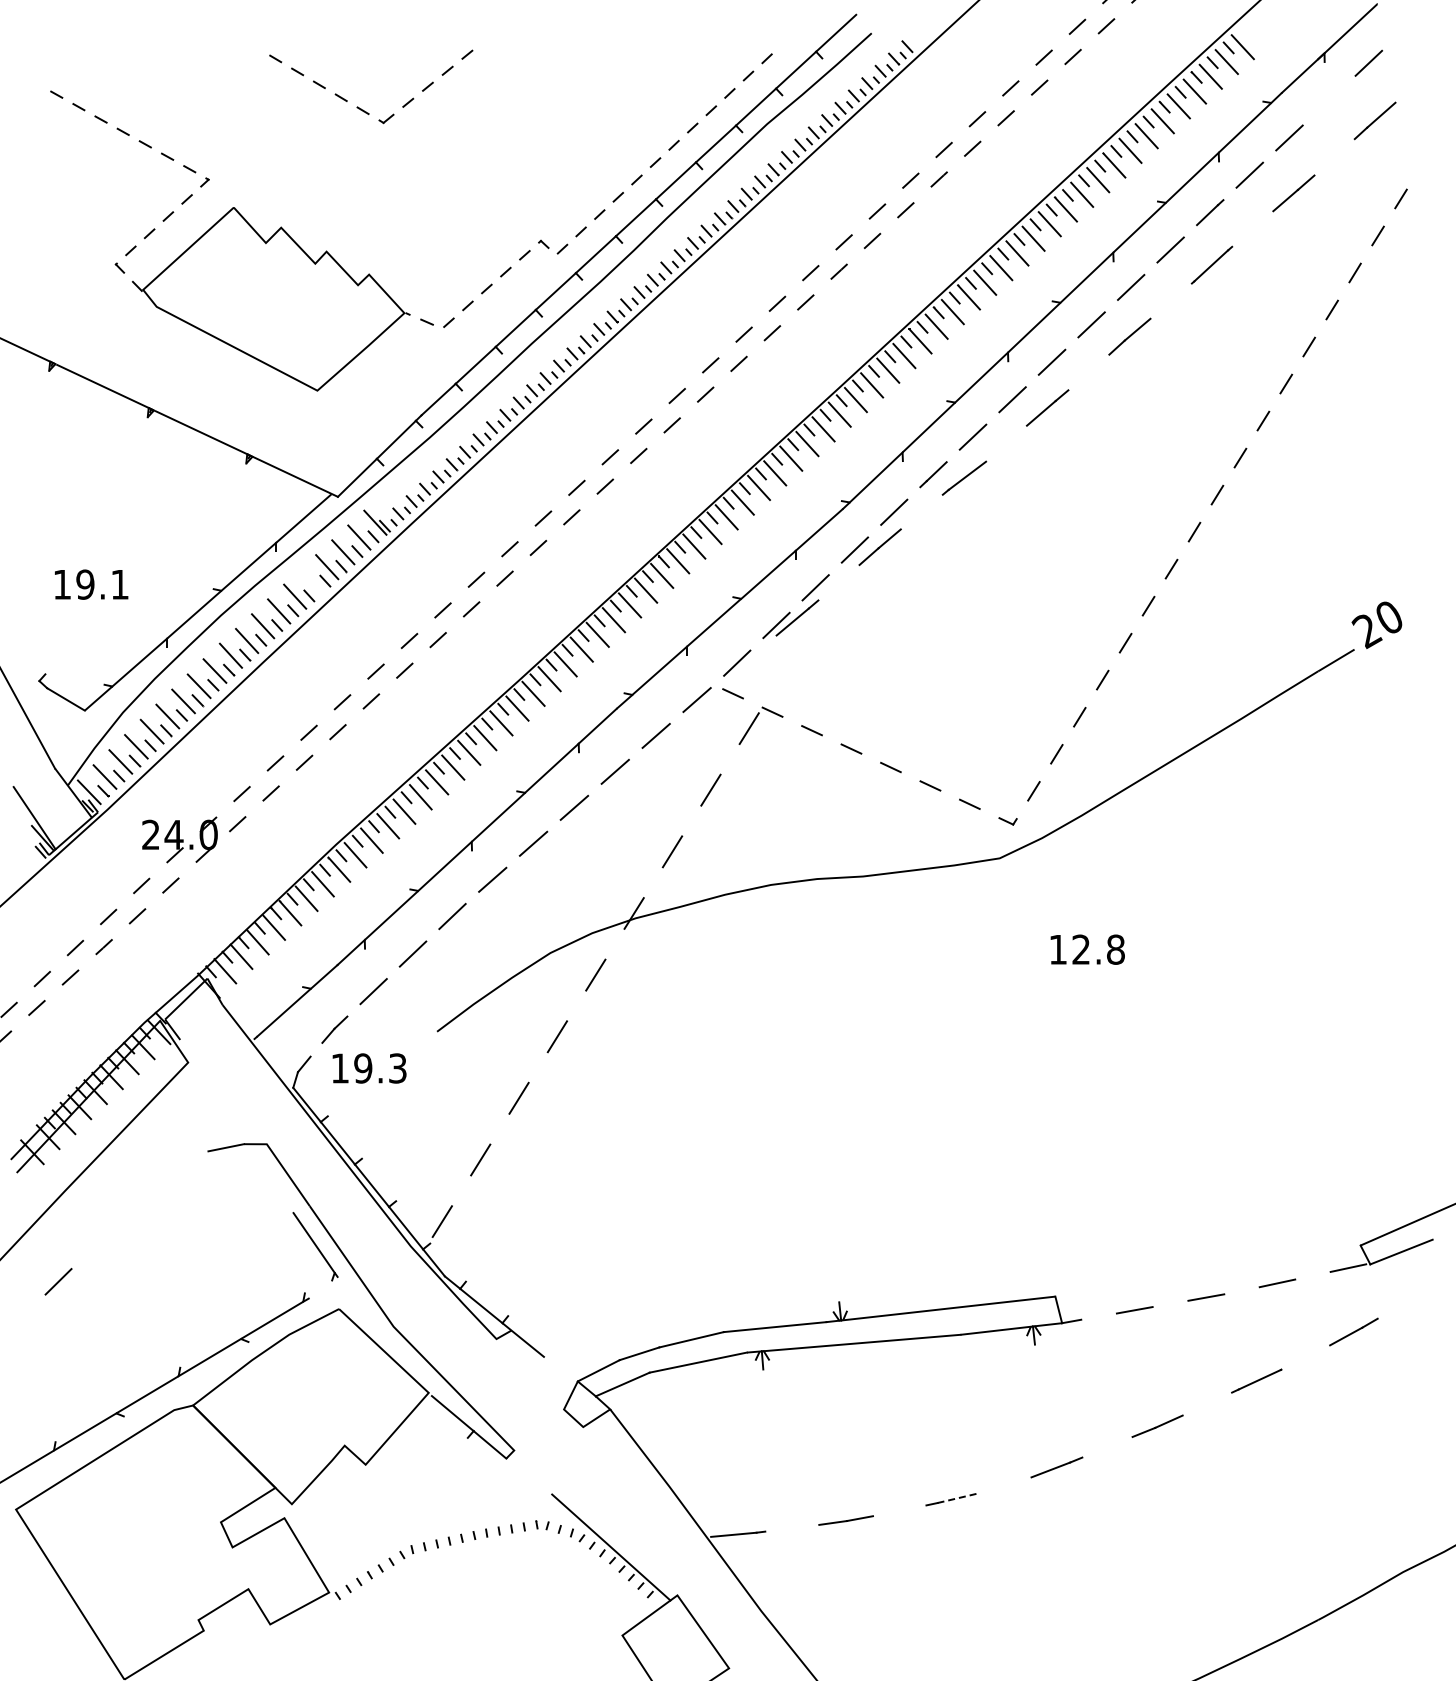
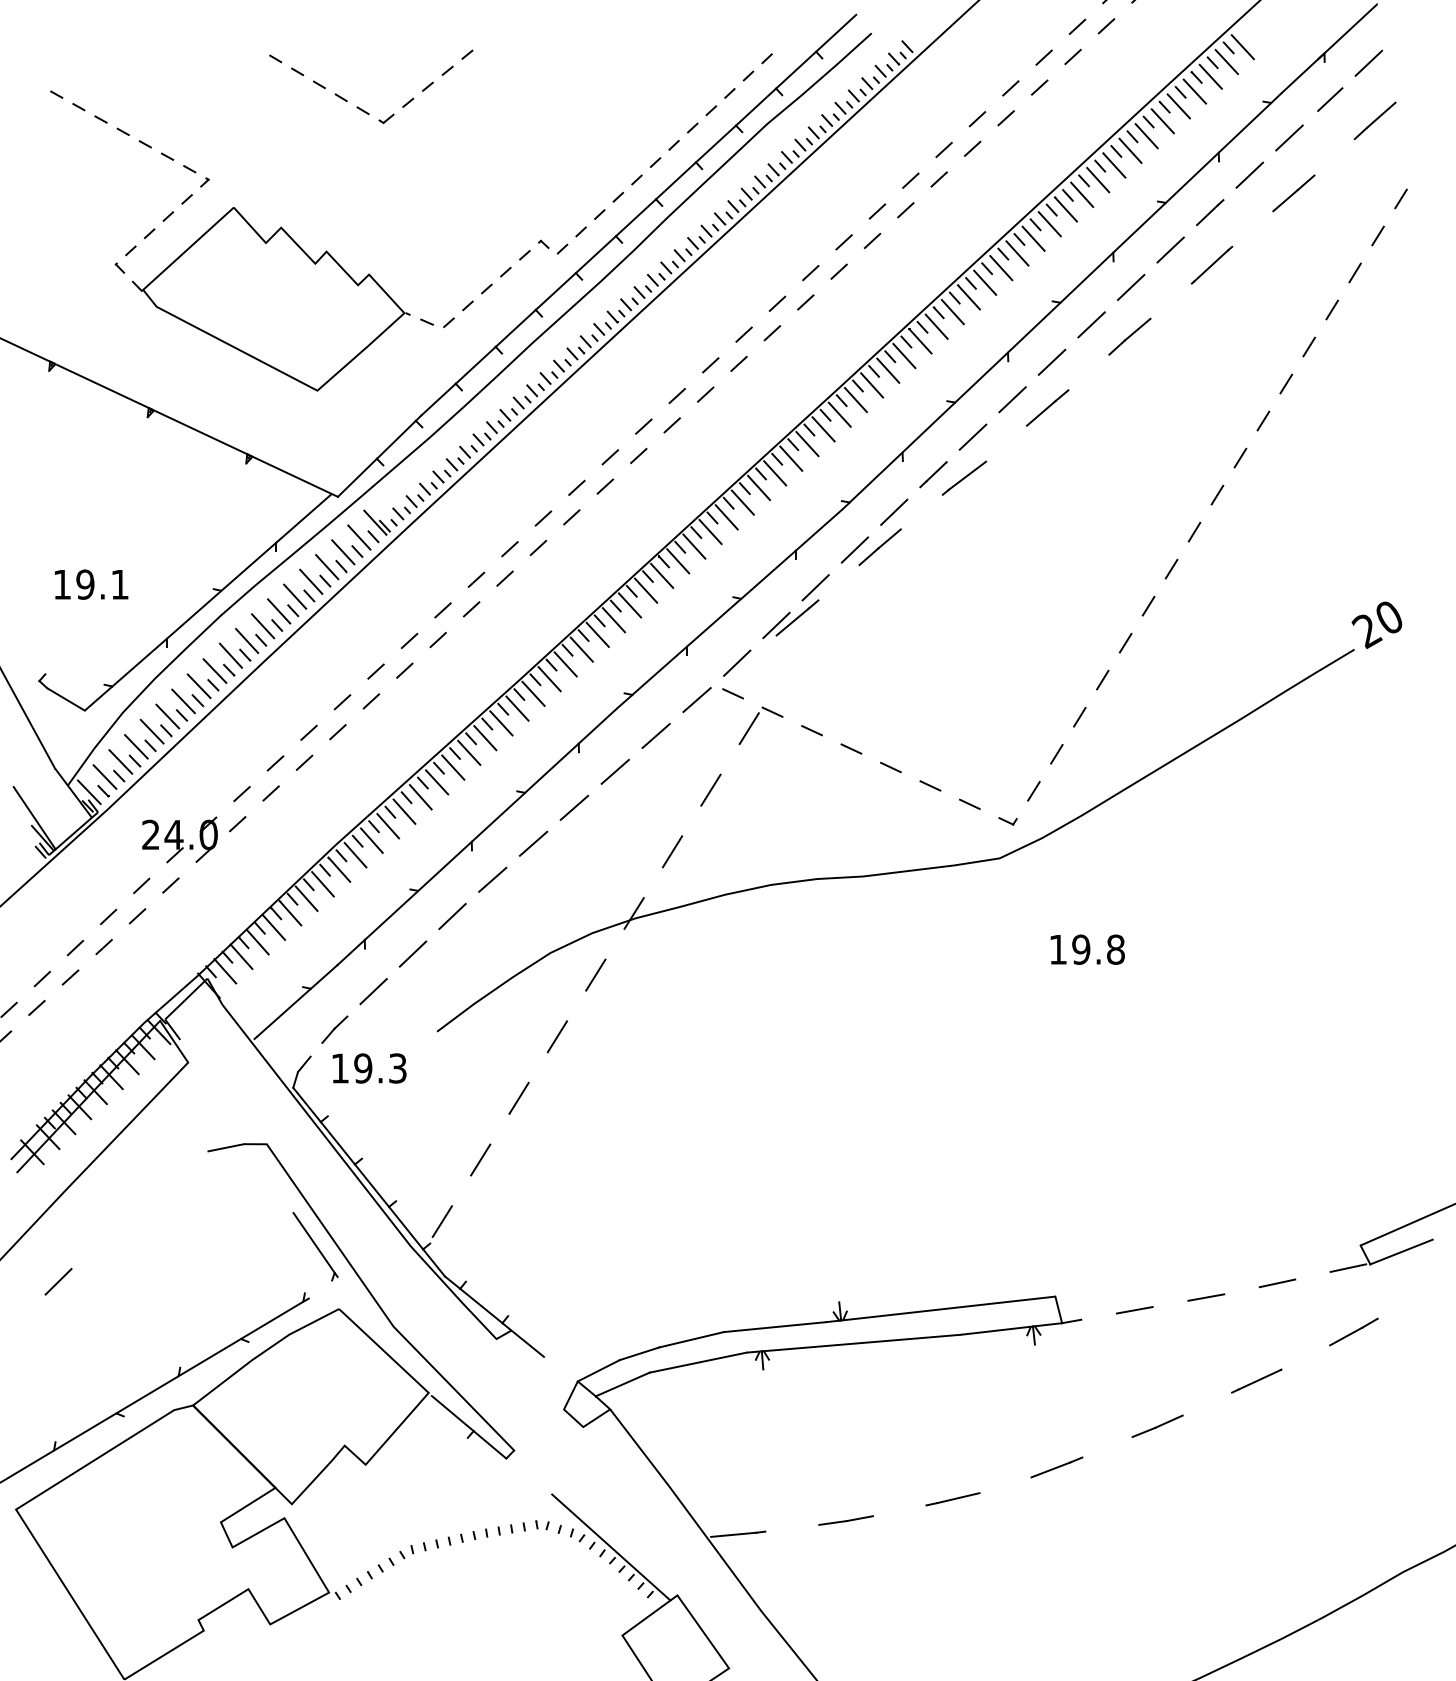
line at (1330, 99): none -> present
line at (311, 581): none -> present
text at (1081, 949): 12.8 -> 19.8
line at (958, 1498): dashed -> solid
